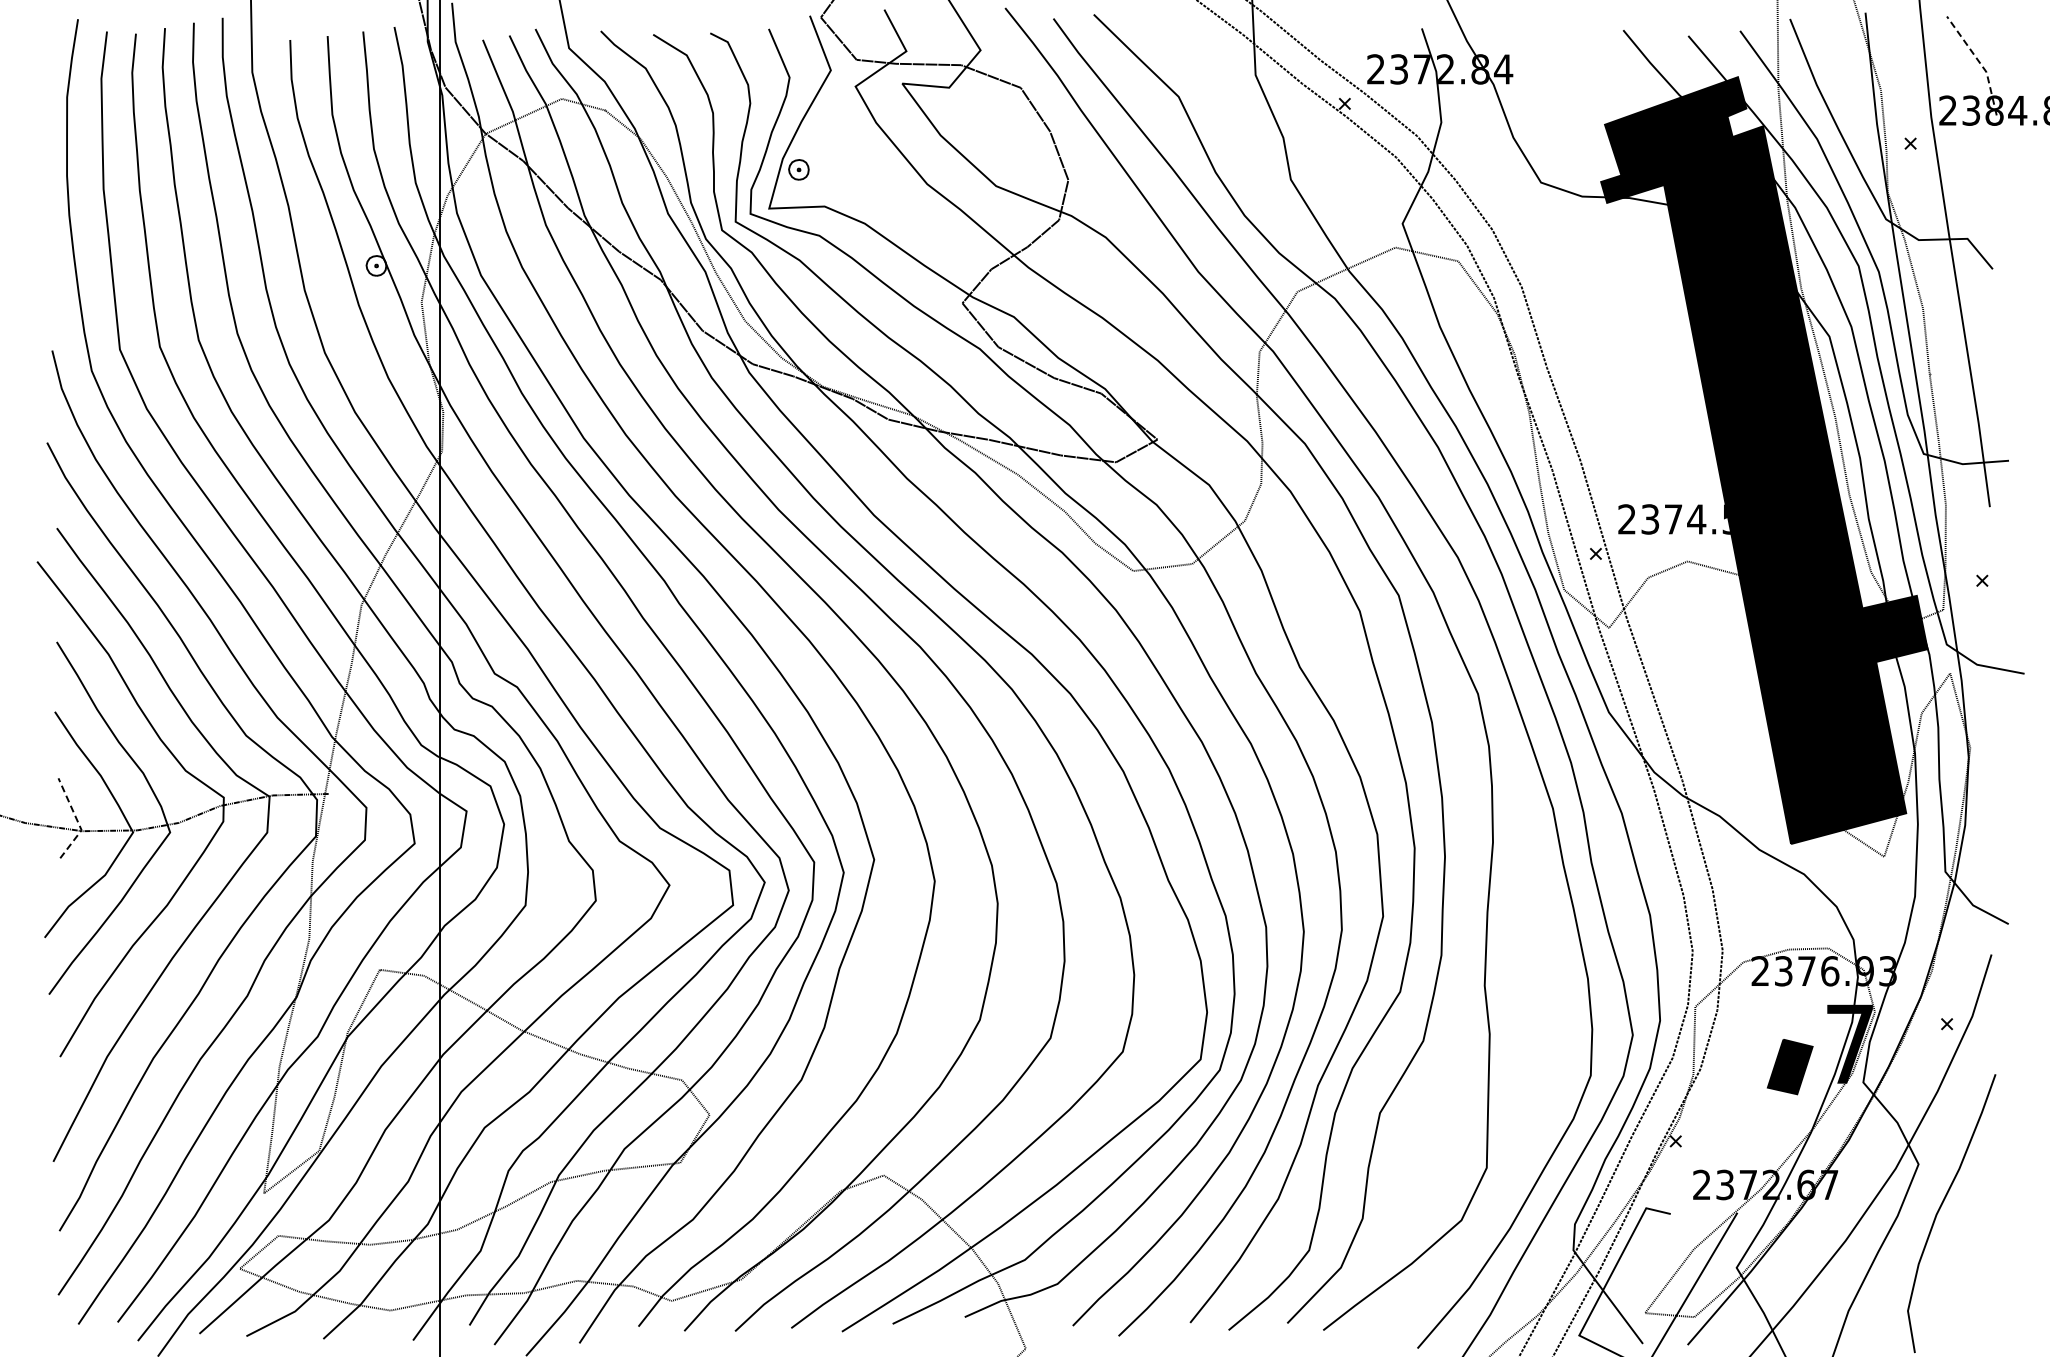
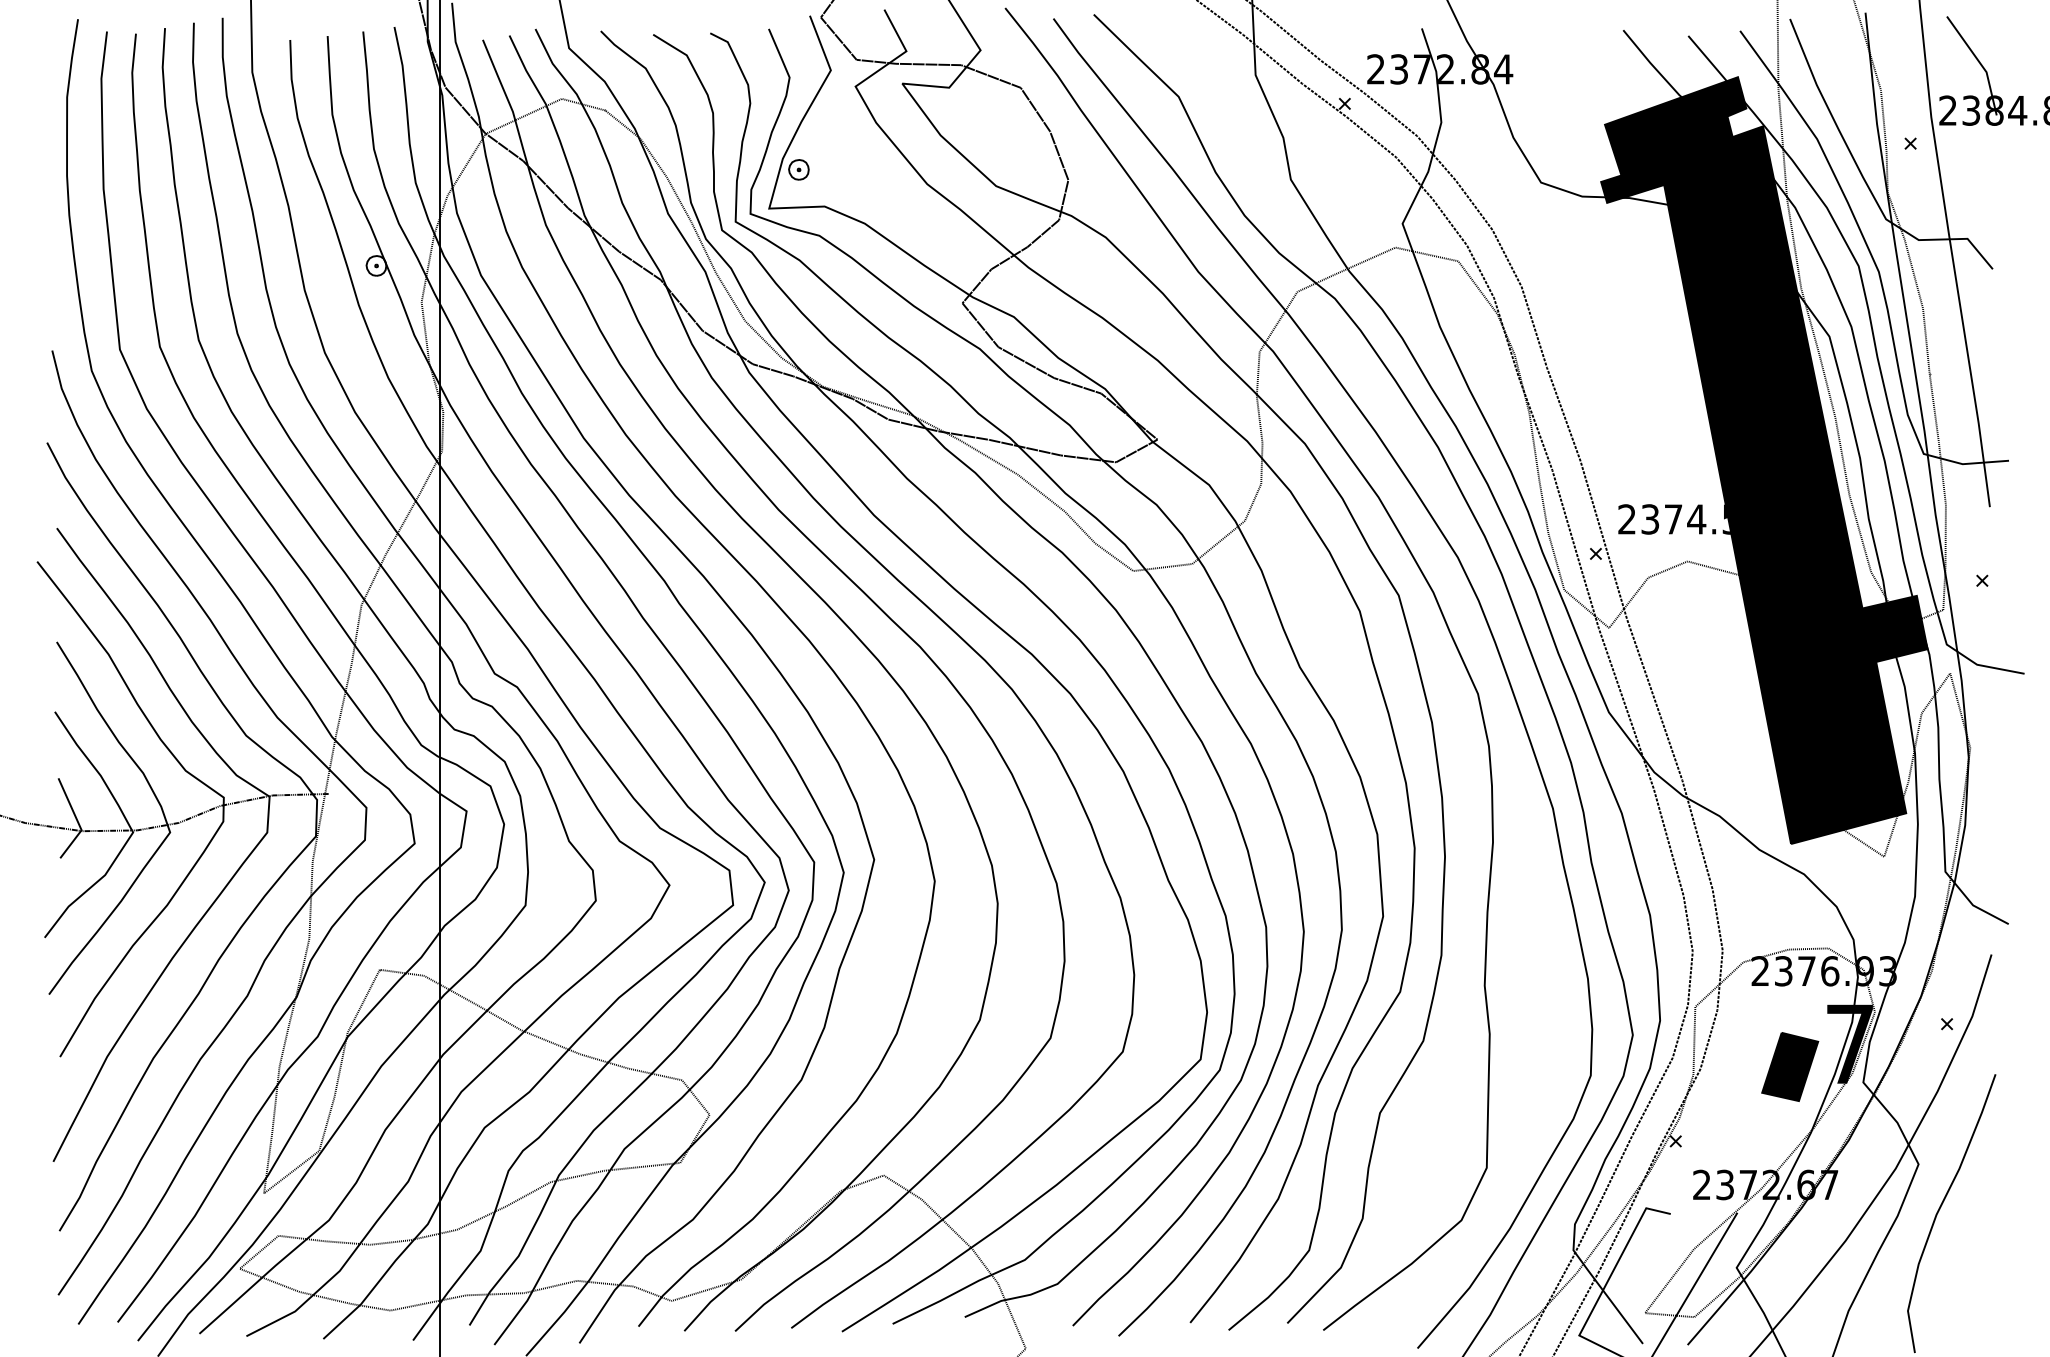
line at (1979, 62): dashed -> solid
line at (77, 821): dashed -> solid
part at (1789, 1067) size: 48x57 px -> 59x70 px
